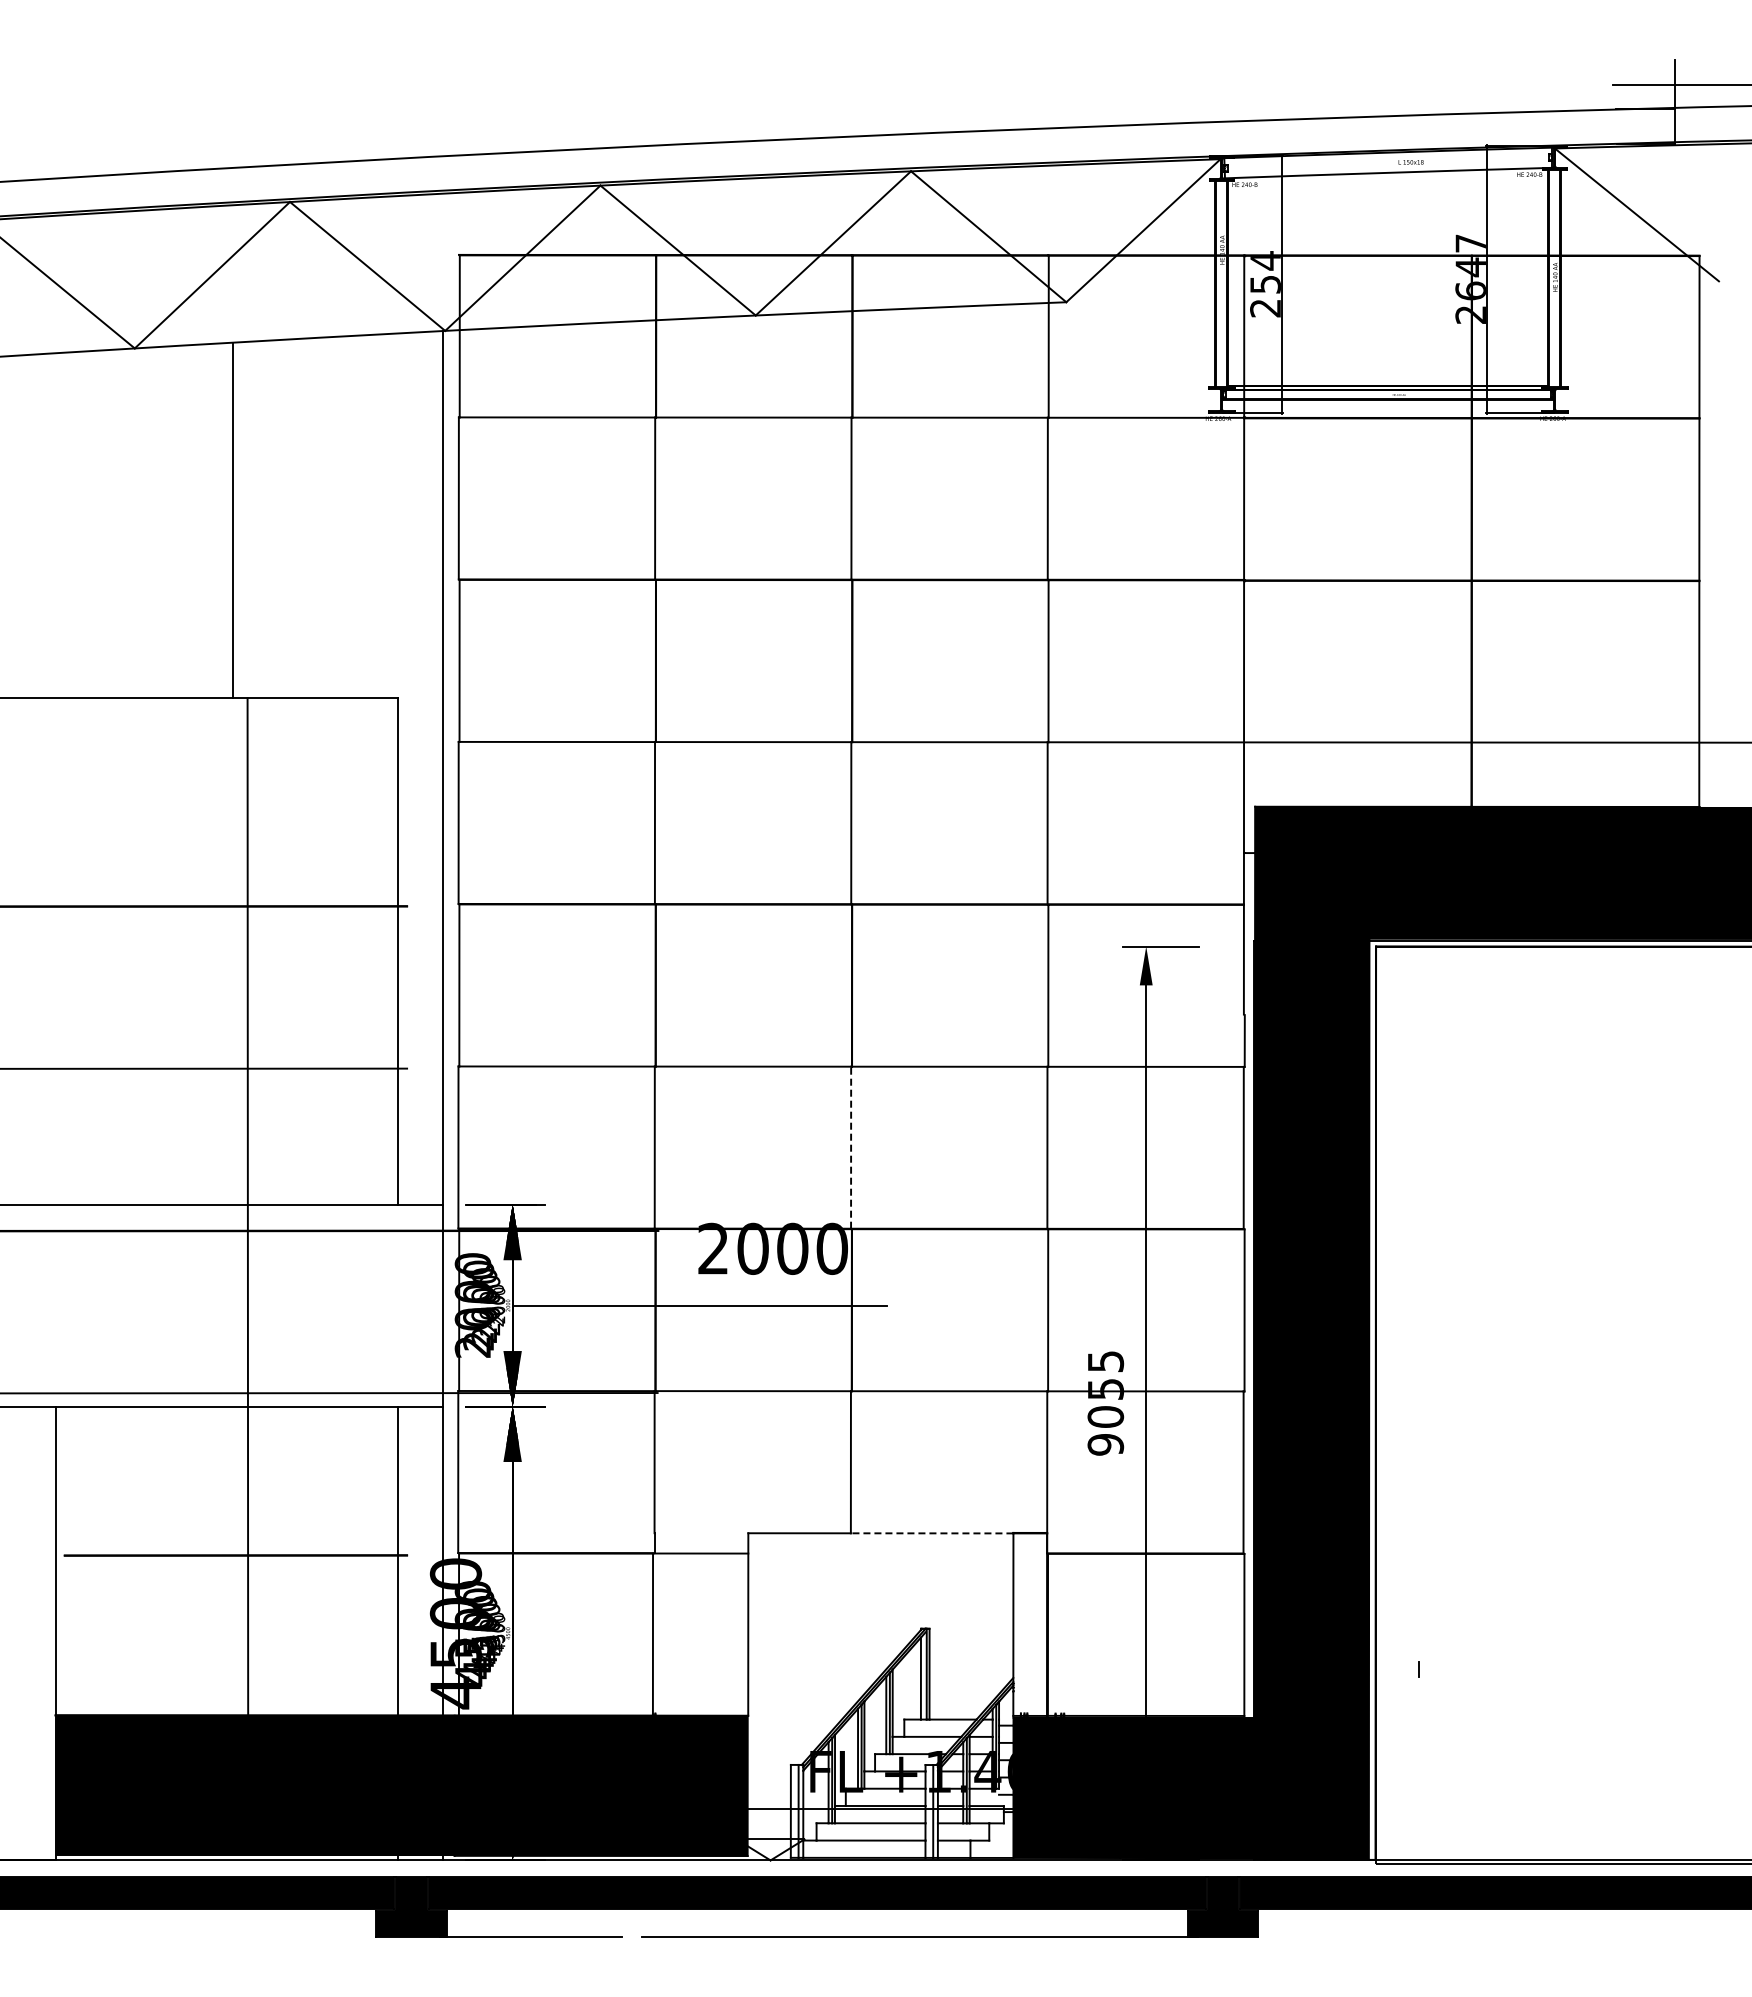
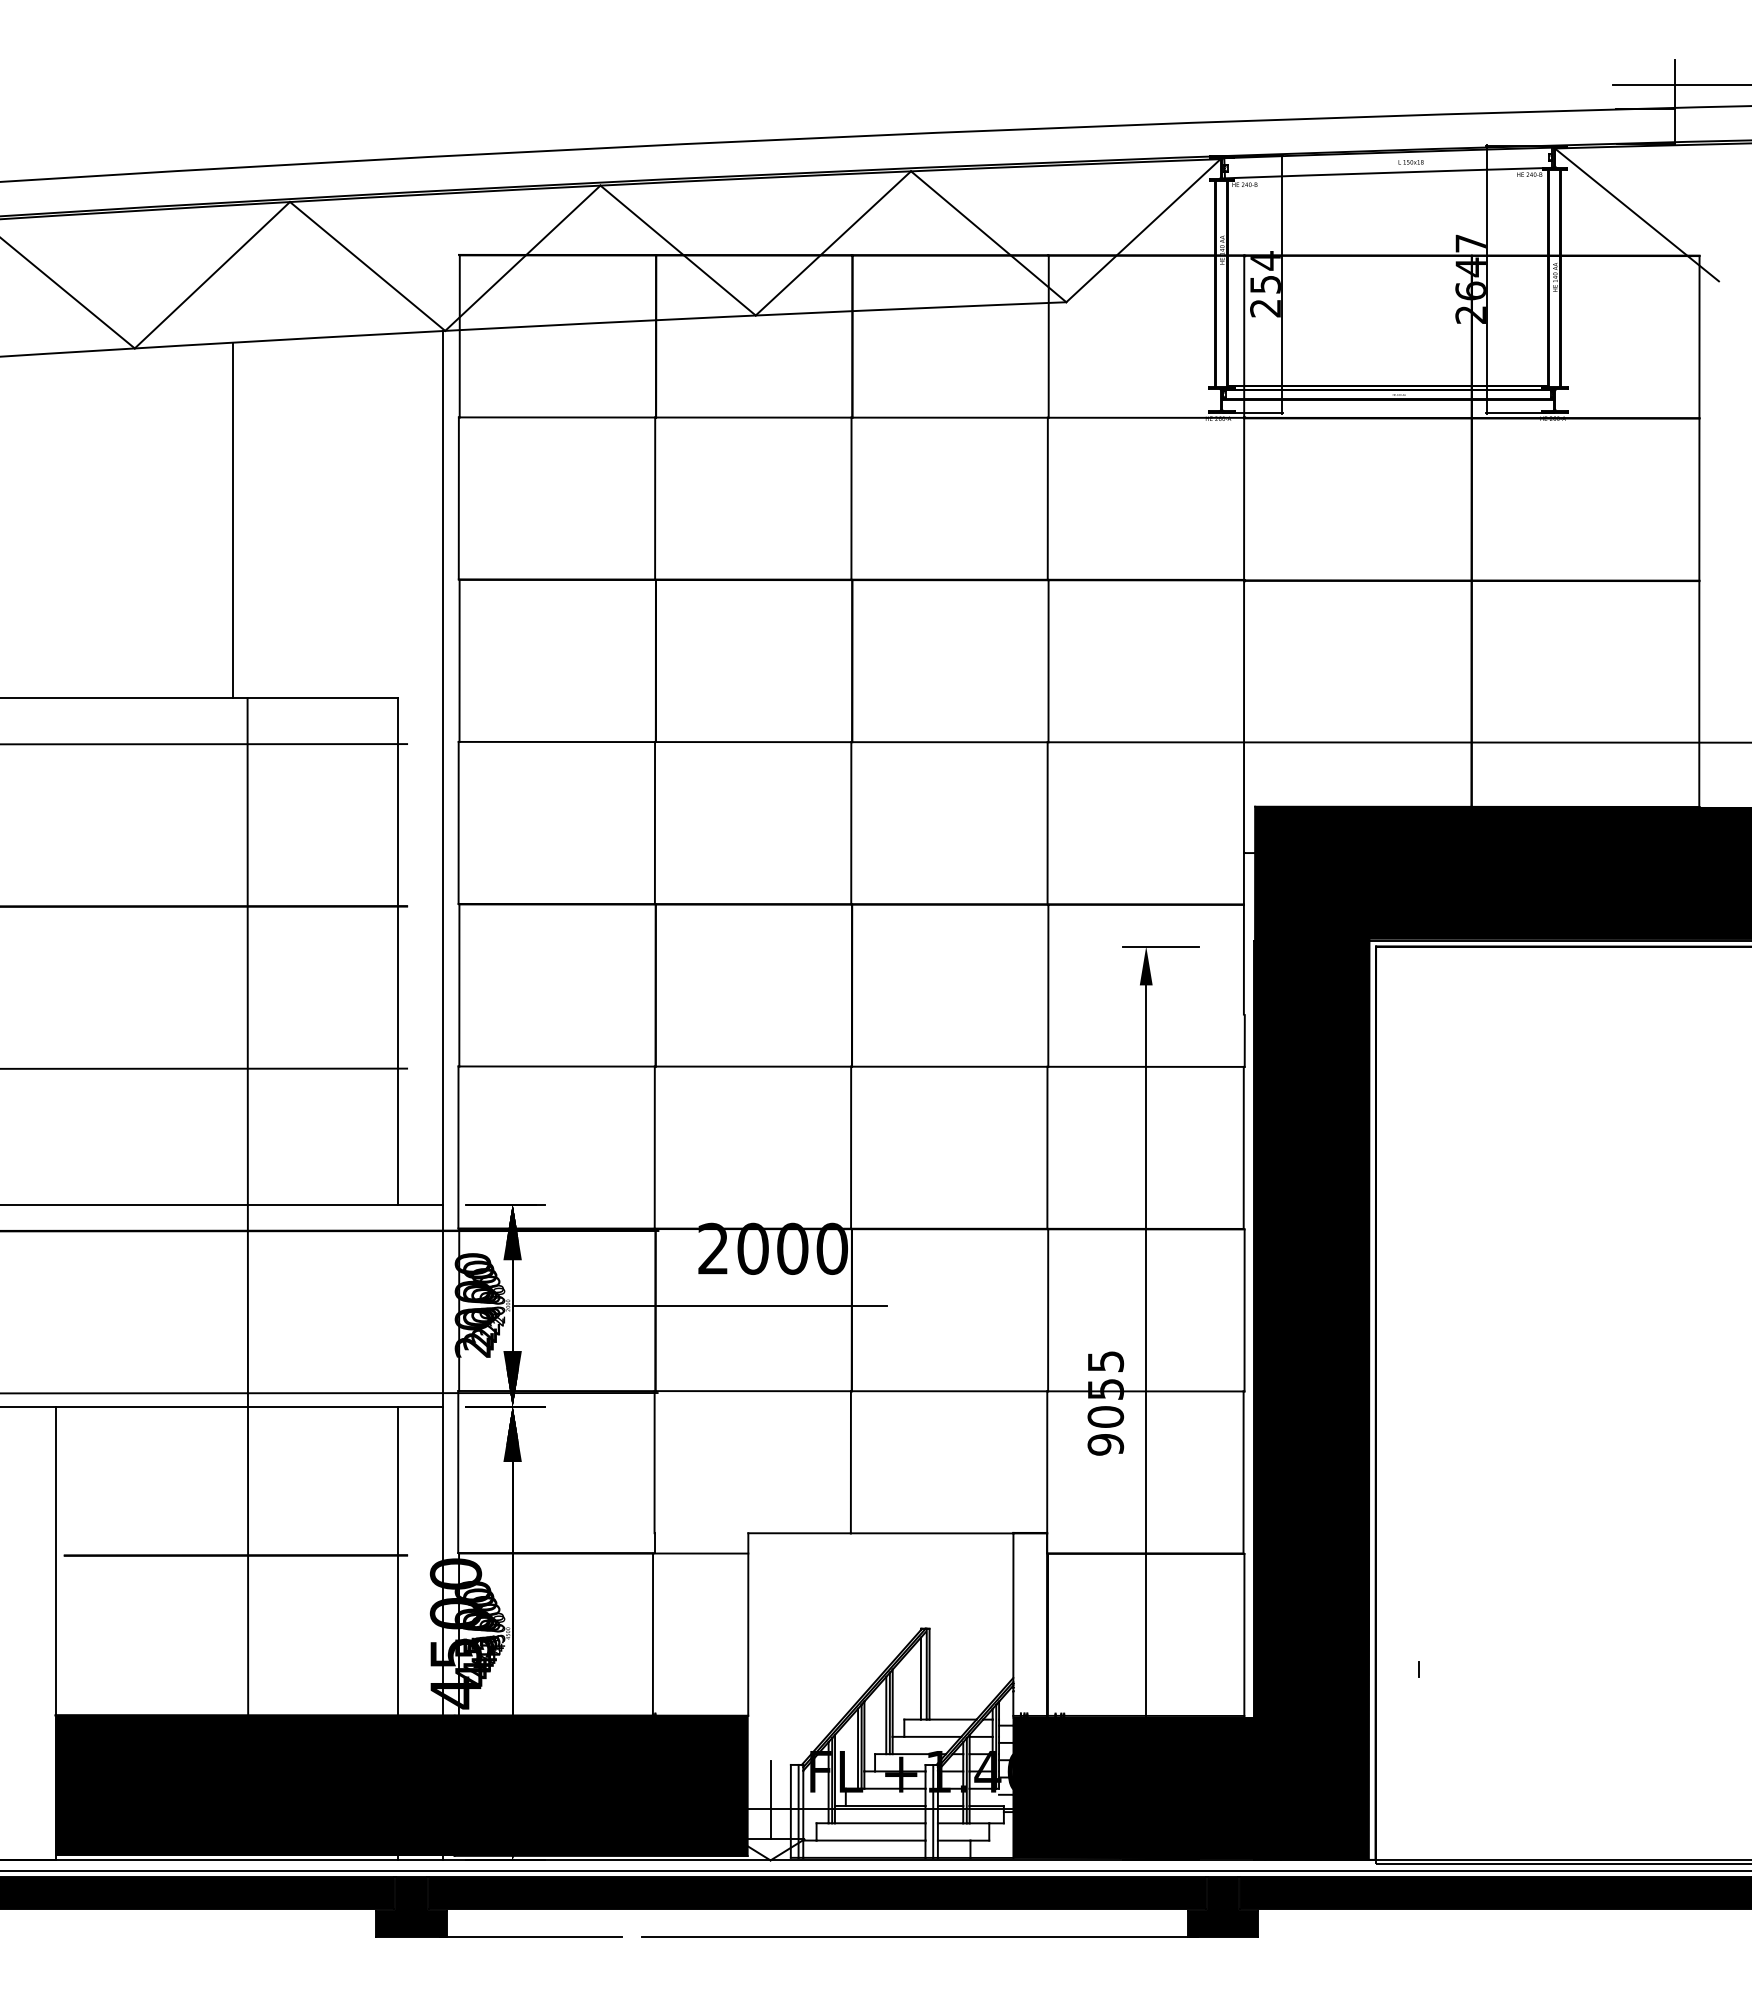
line at (204, 744): none -> present
line at (851, 1147): dashed -> solid
line at (931, 1533): dashed -> solid
line at (770, 1799): none -> present
line at (875, 1870): none -> present
